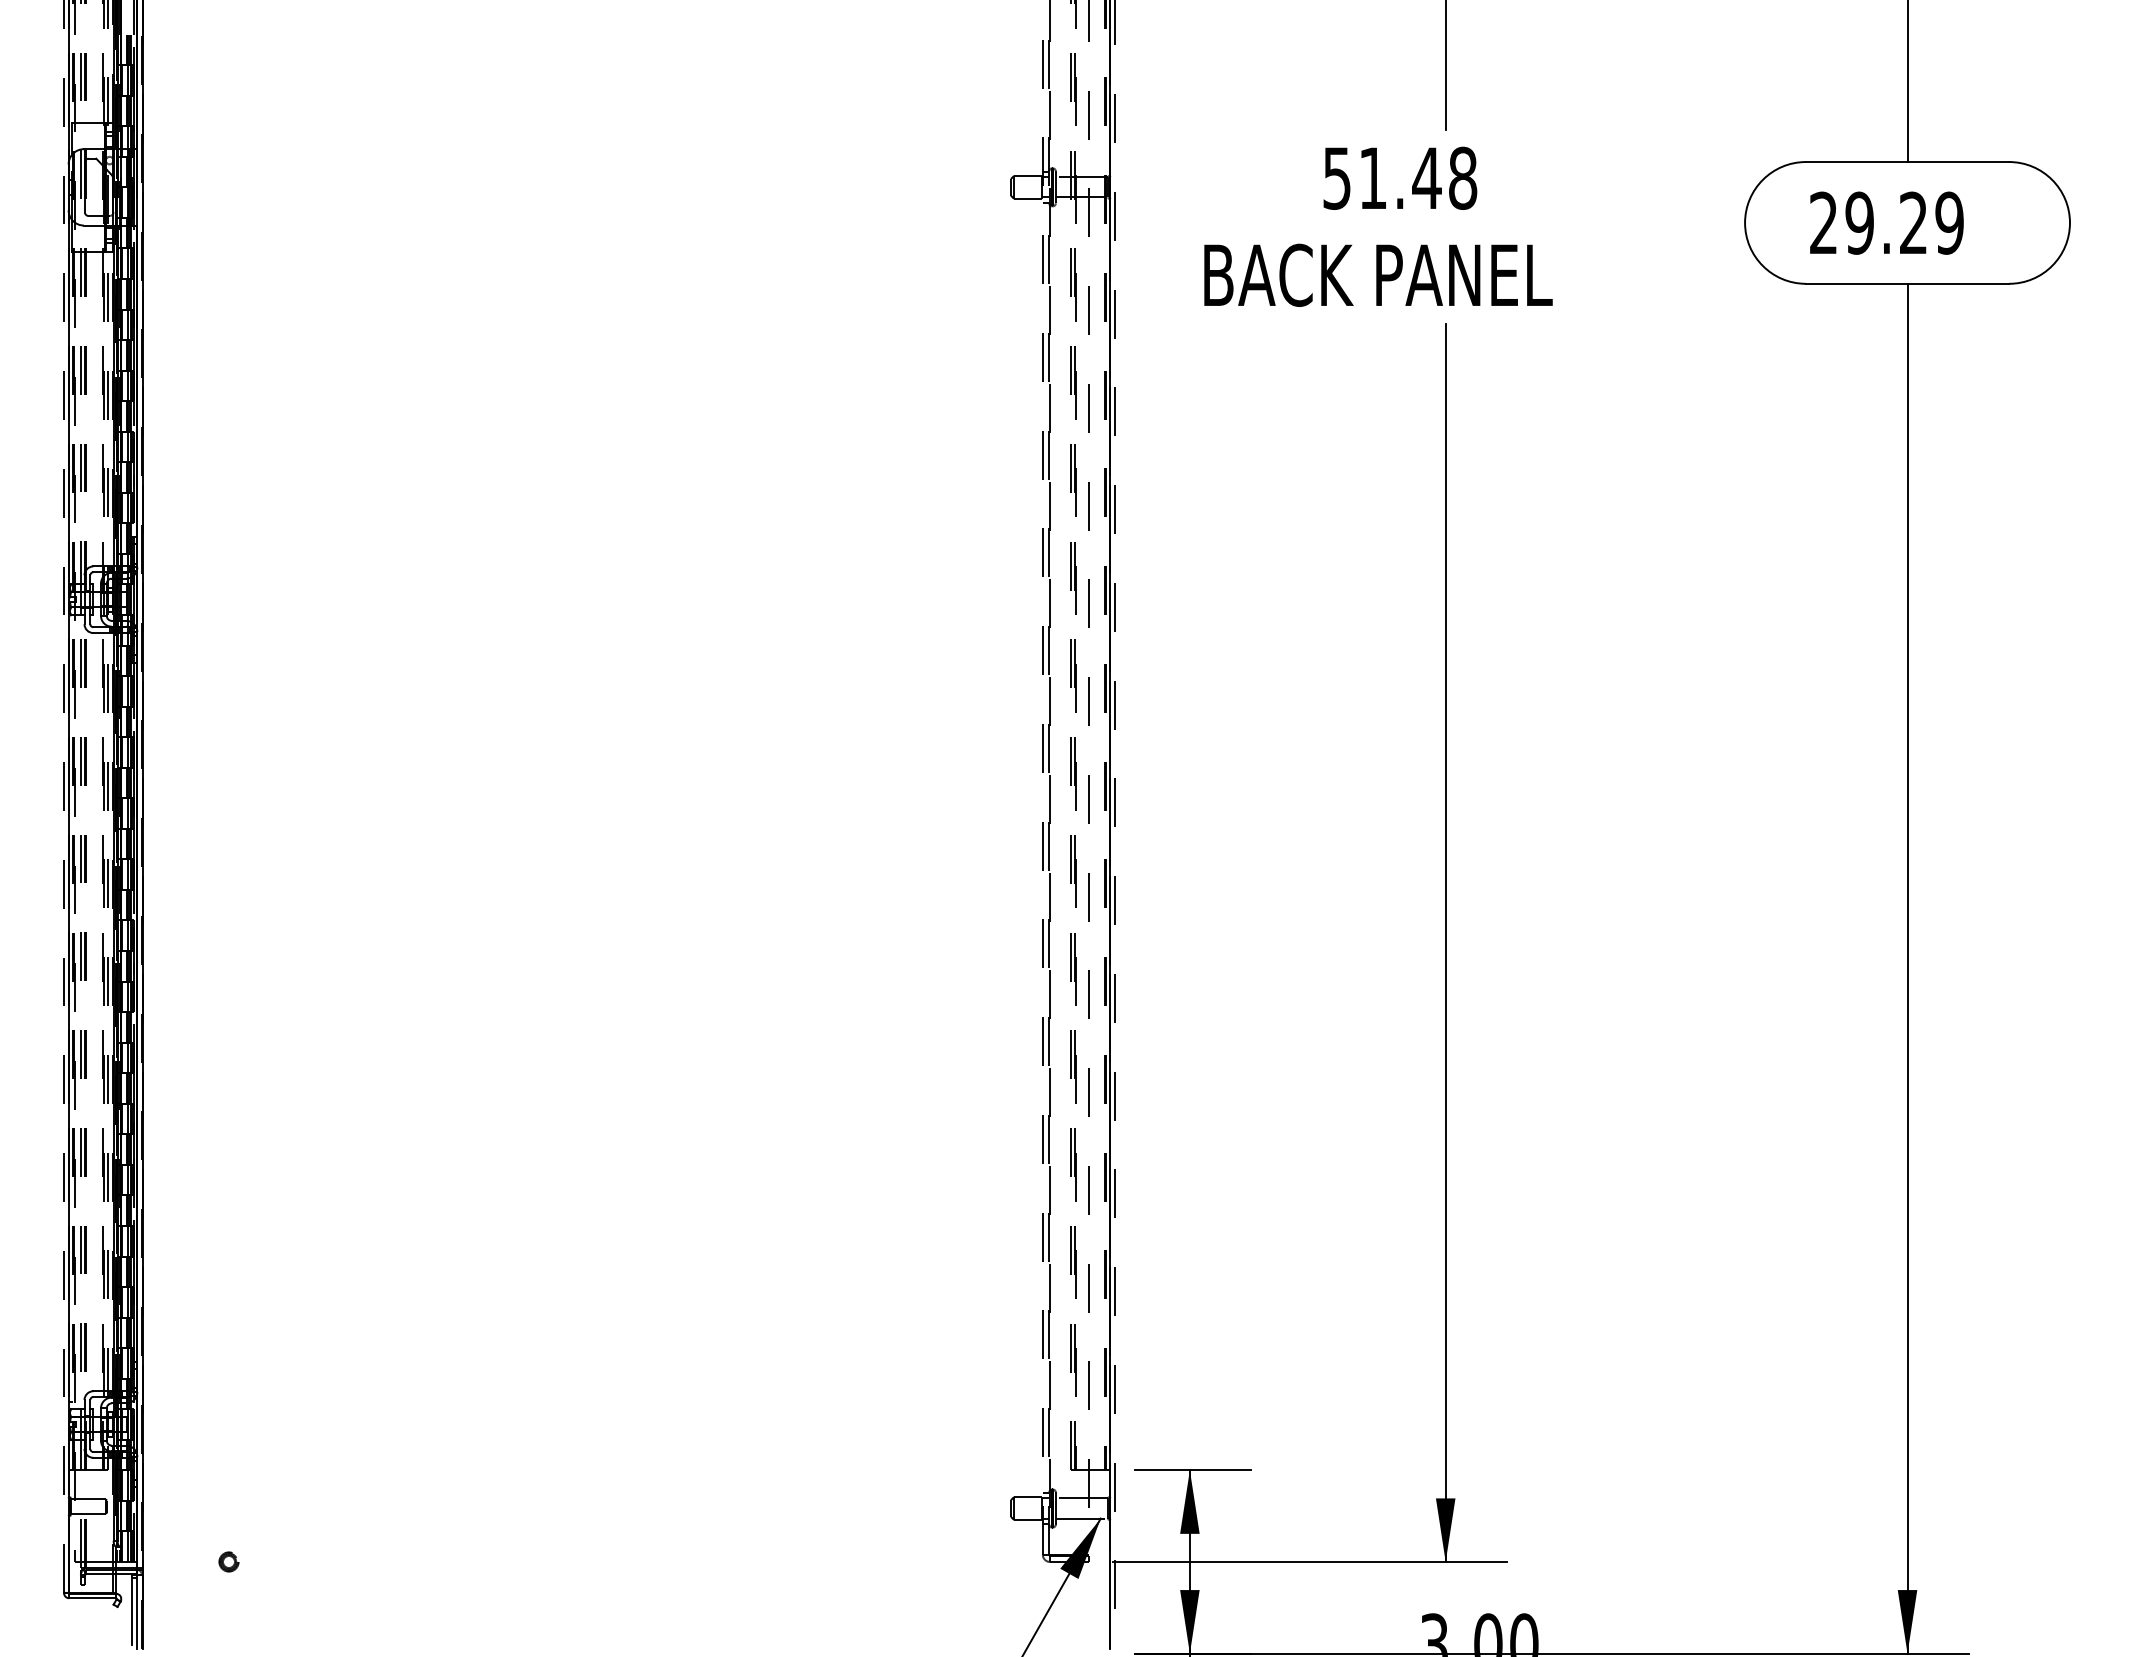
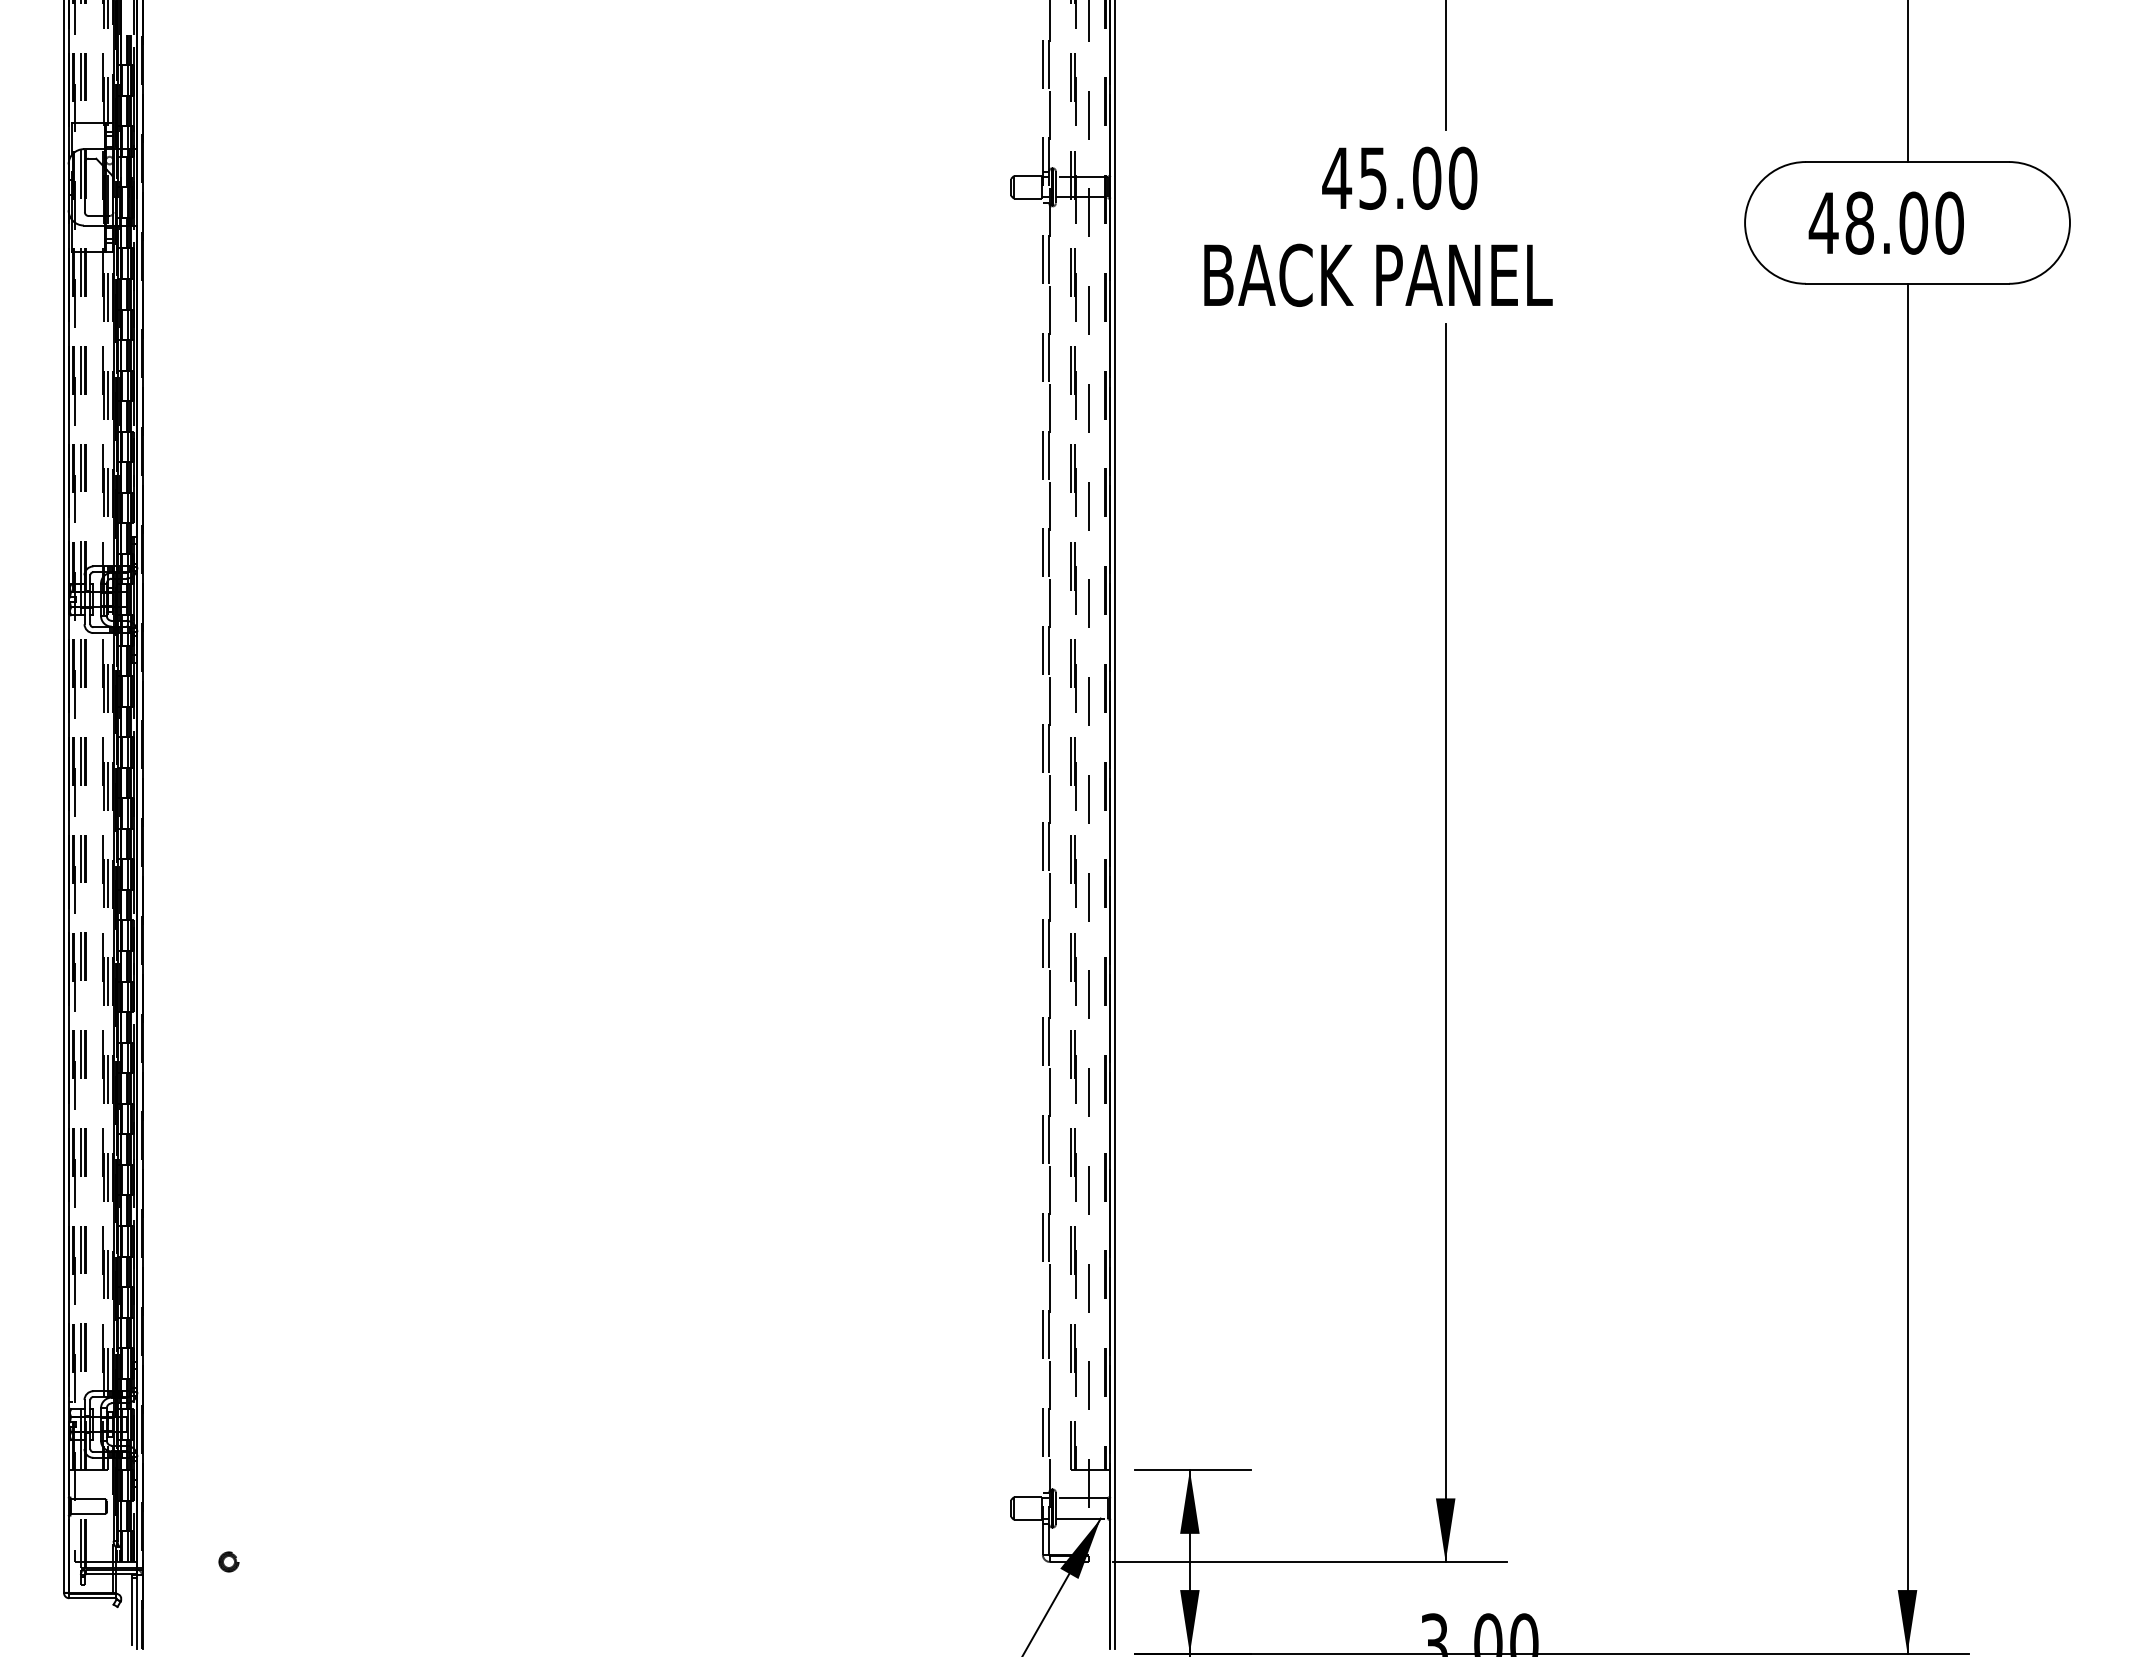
text at (1399, 177): 51.48 -> 45.00
text at (1885, 222): 29.29 -> 48.00
line at (64, 796): dashed -> solid
line at (1114, 825): dashed -> solid
